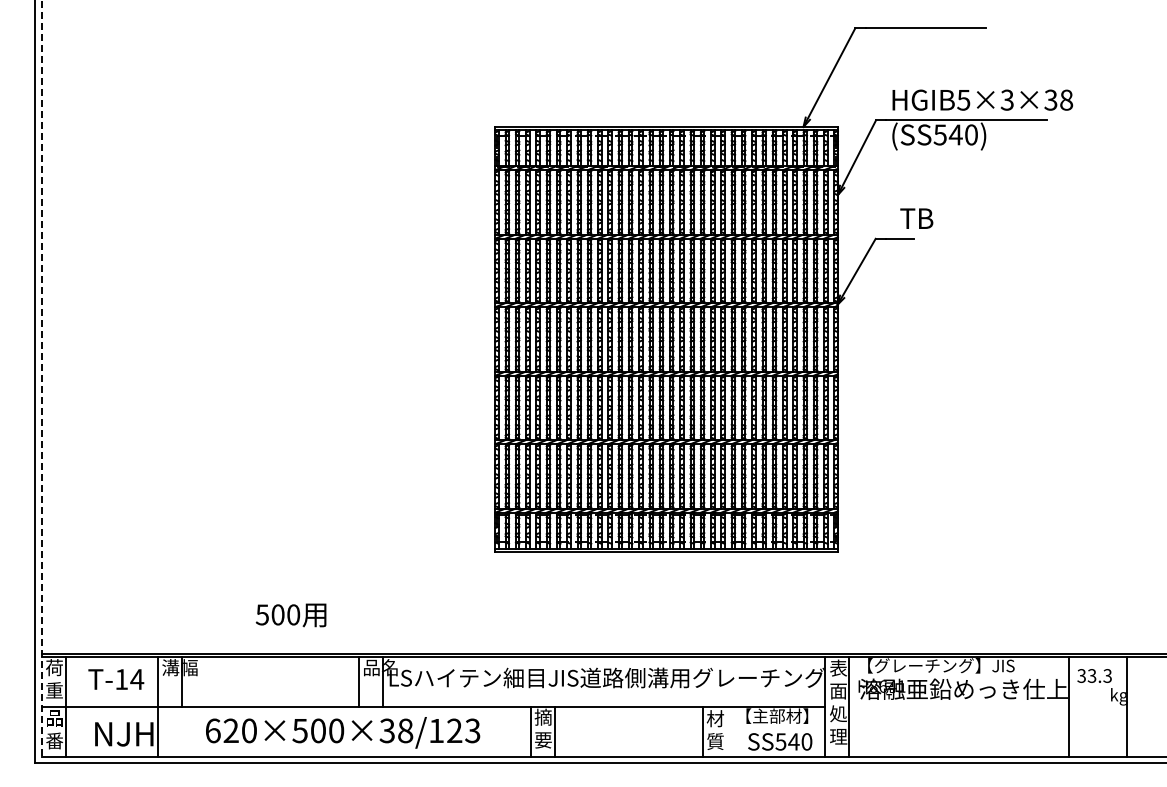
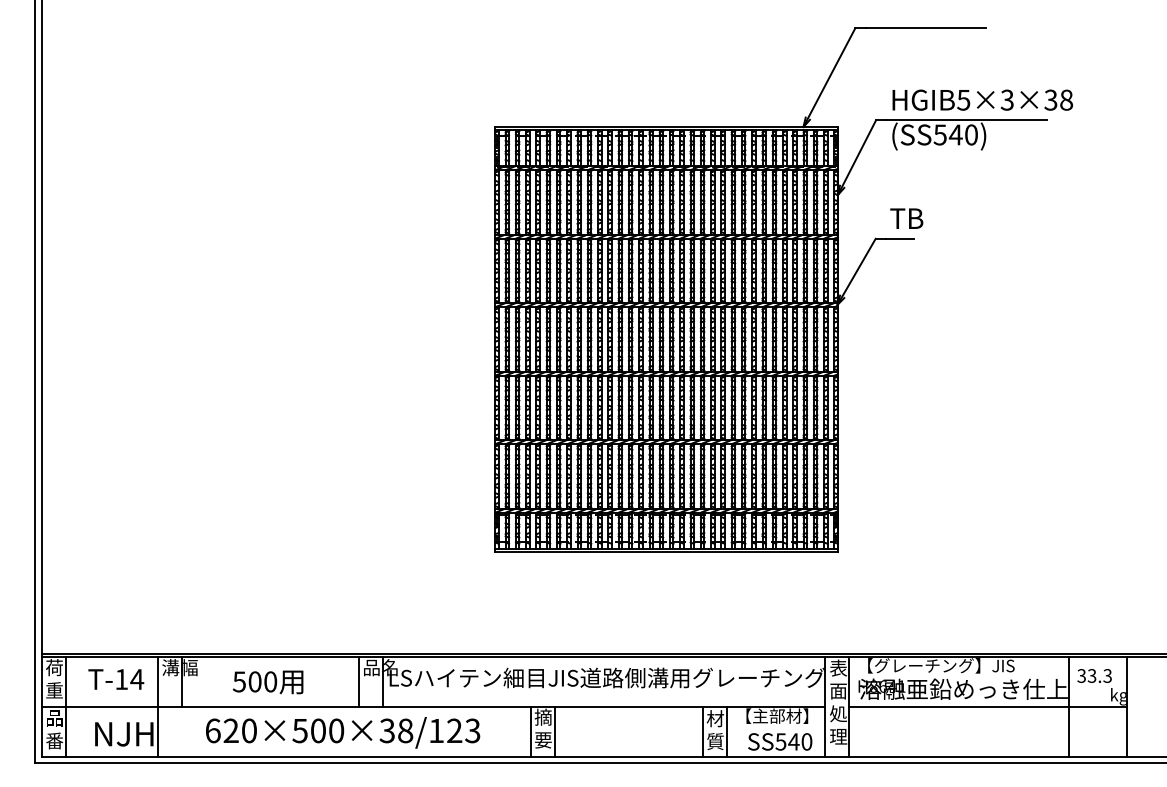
text at (916, 218) position: (916, 218) -> (906, 218)
line at (41, 378): dashed -> solid
text at (290, 615) position: (290, 615) -> (267, 682)
line at (987, 706): none -> present
line at (726, 731): none -> present
